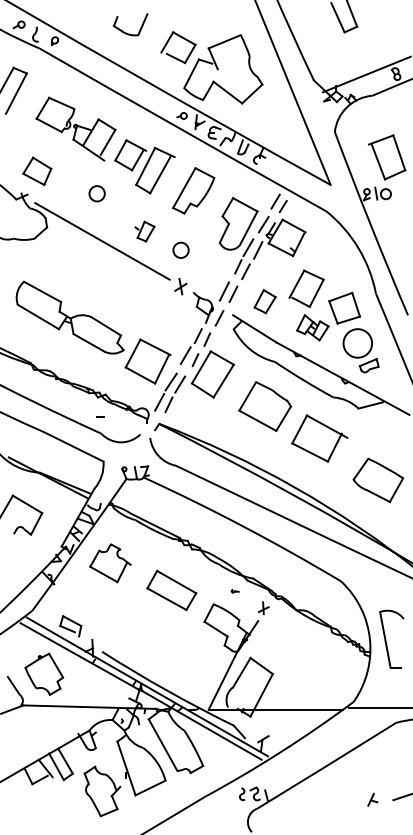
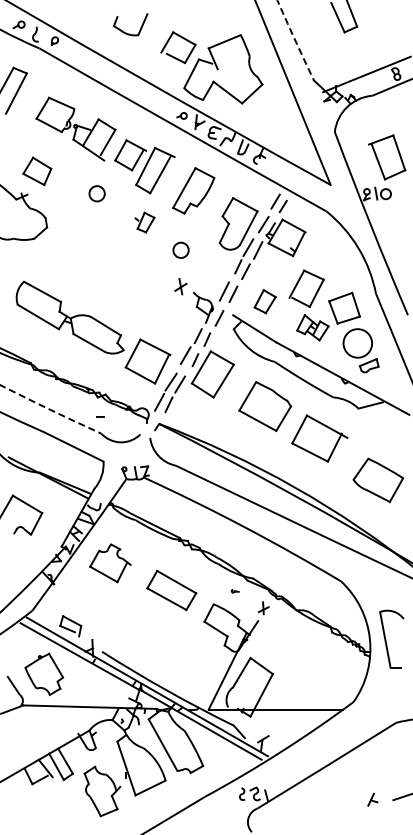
arc at (295, 40): solid -> dashed
part at (144, 231) position: (144, 231) -> (144, 222)
line at (102, 241): present -> none
arc at (50, 409): solid -> dashed
line at (378, 707): present -> none
